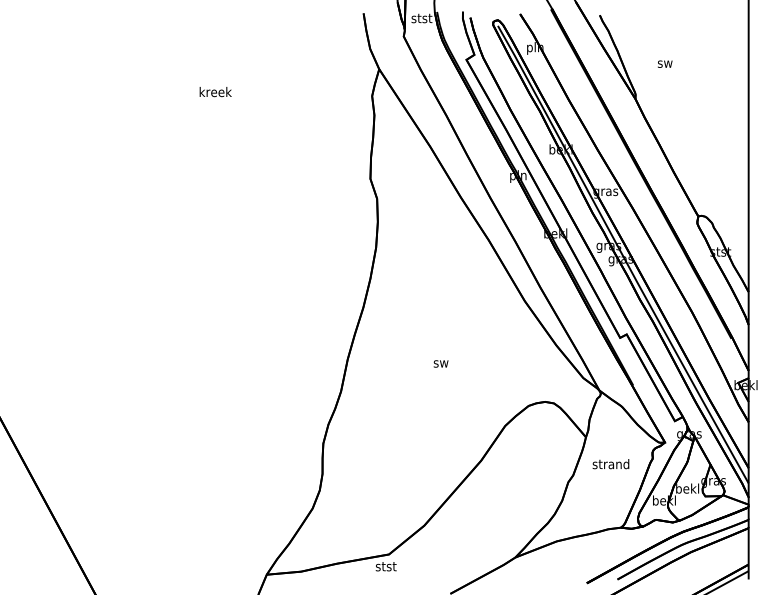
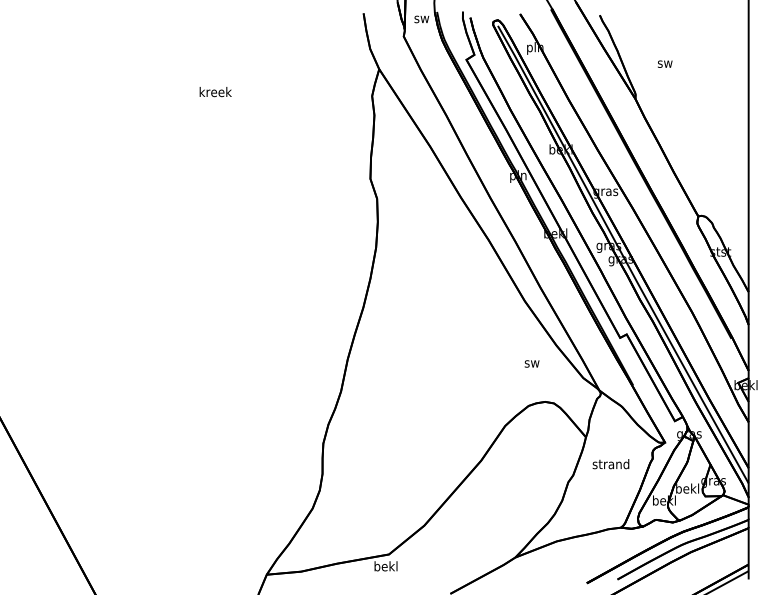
text at (421, 18): stst -> sw
text at (440, 363) position: (440, 363) -> (531, 363)
text at (385, 566): stst -> bekl
